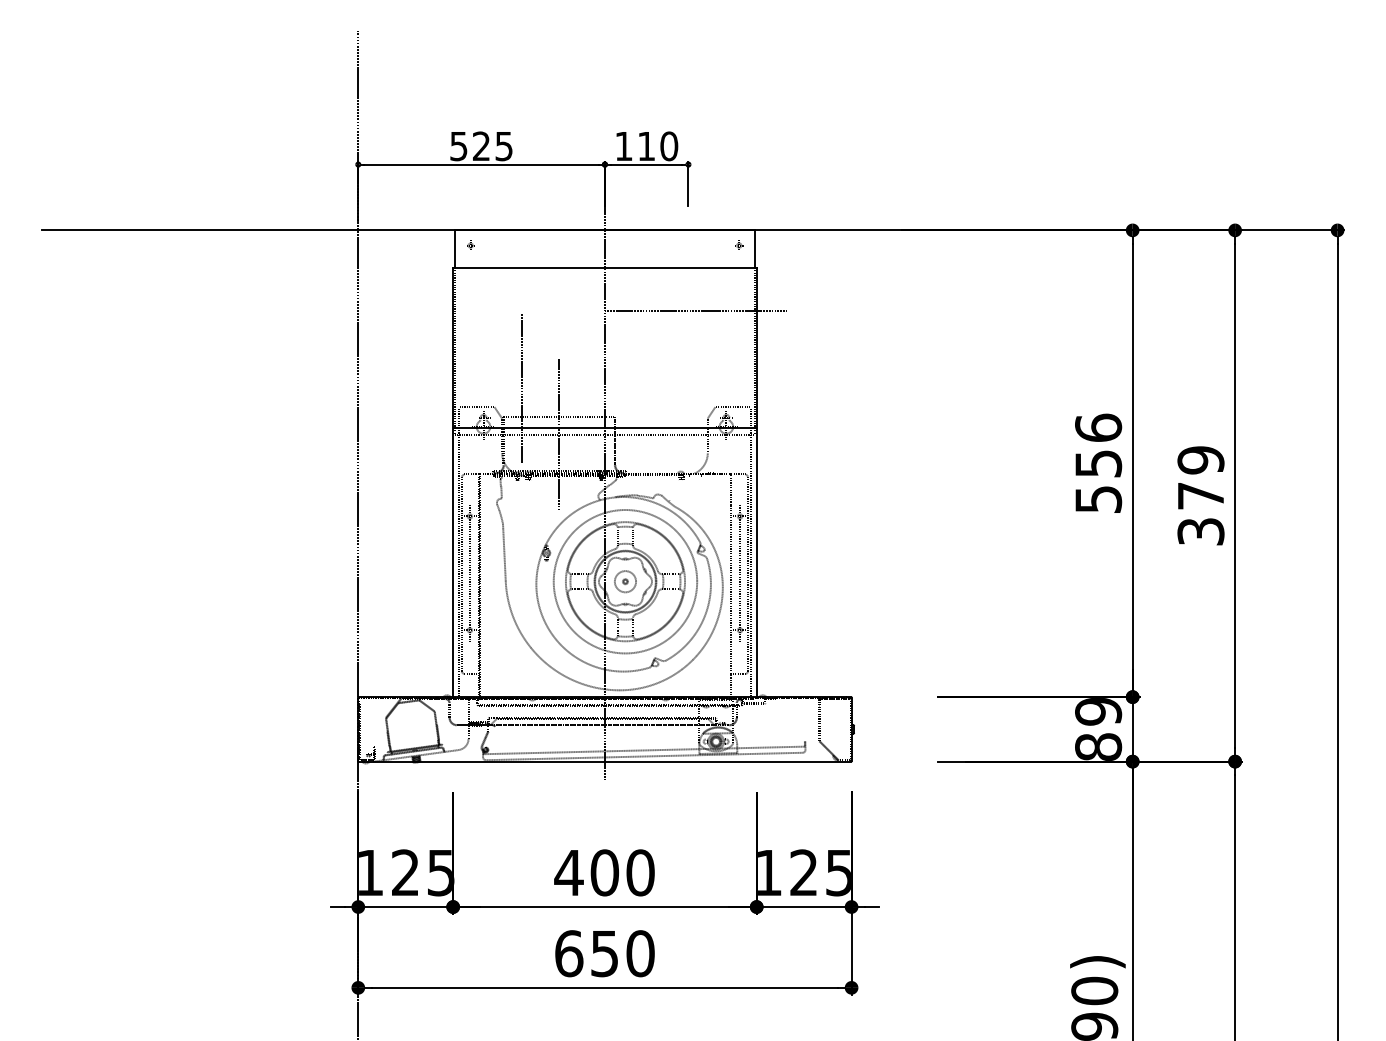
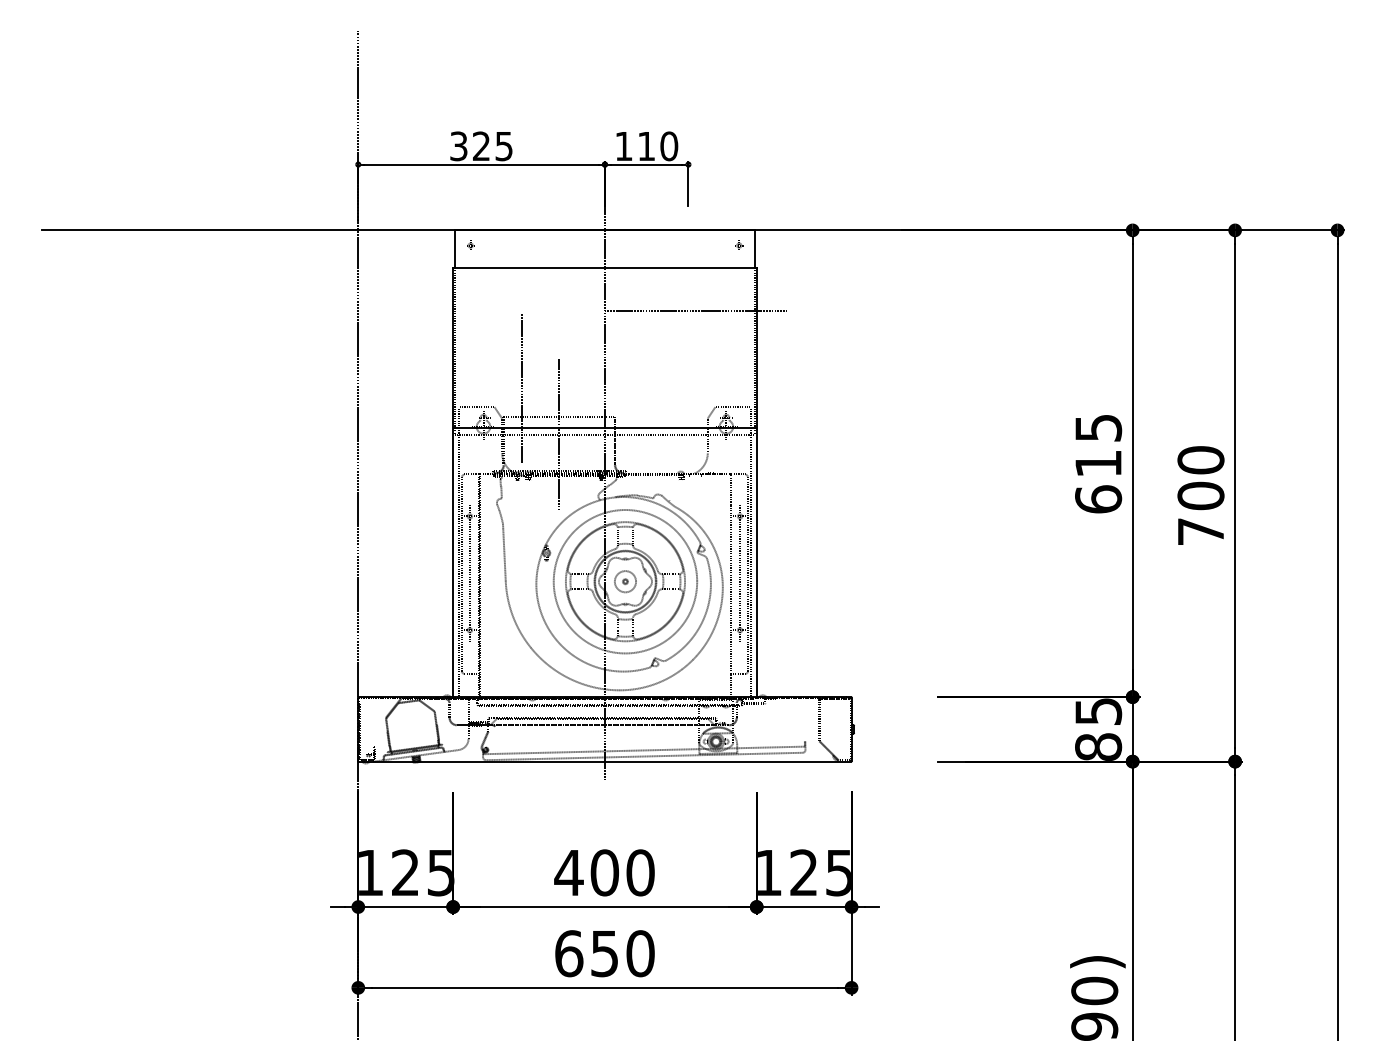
text at (458, 145): 525 -> 325
text at (1098, 463): 556 -> 615
text at (1200, 495): 379 -> 700
text at (1098, 711): 89 -> 85
